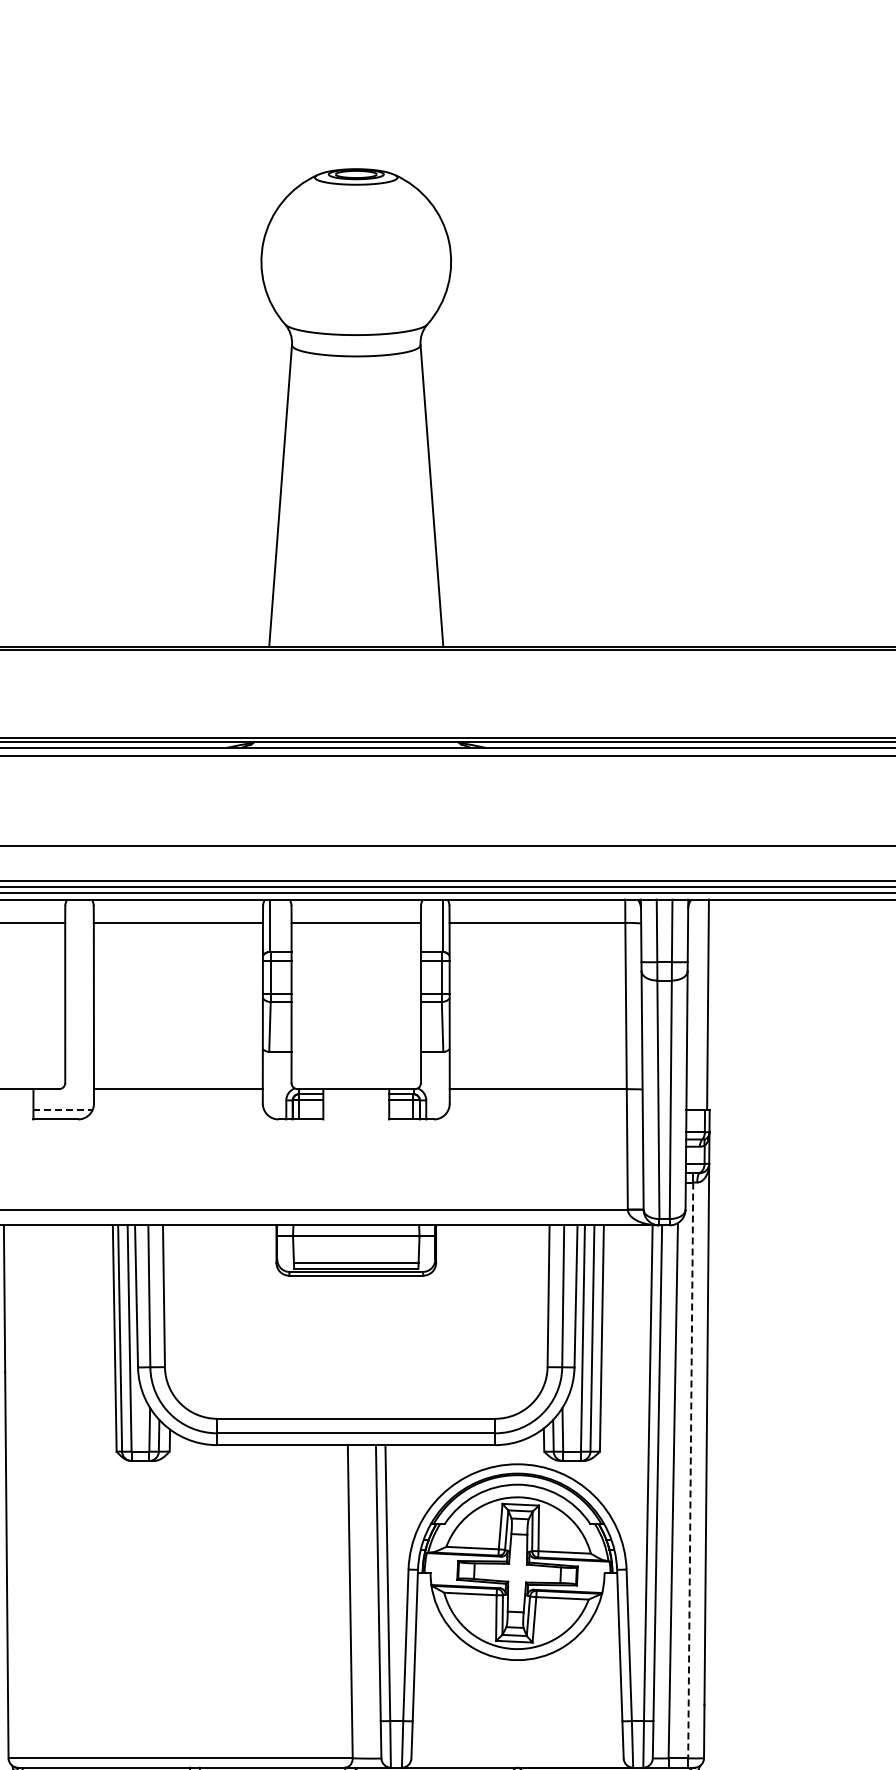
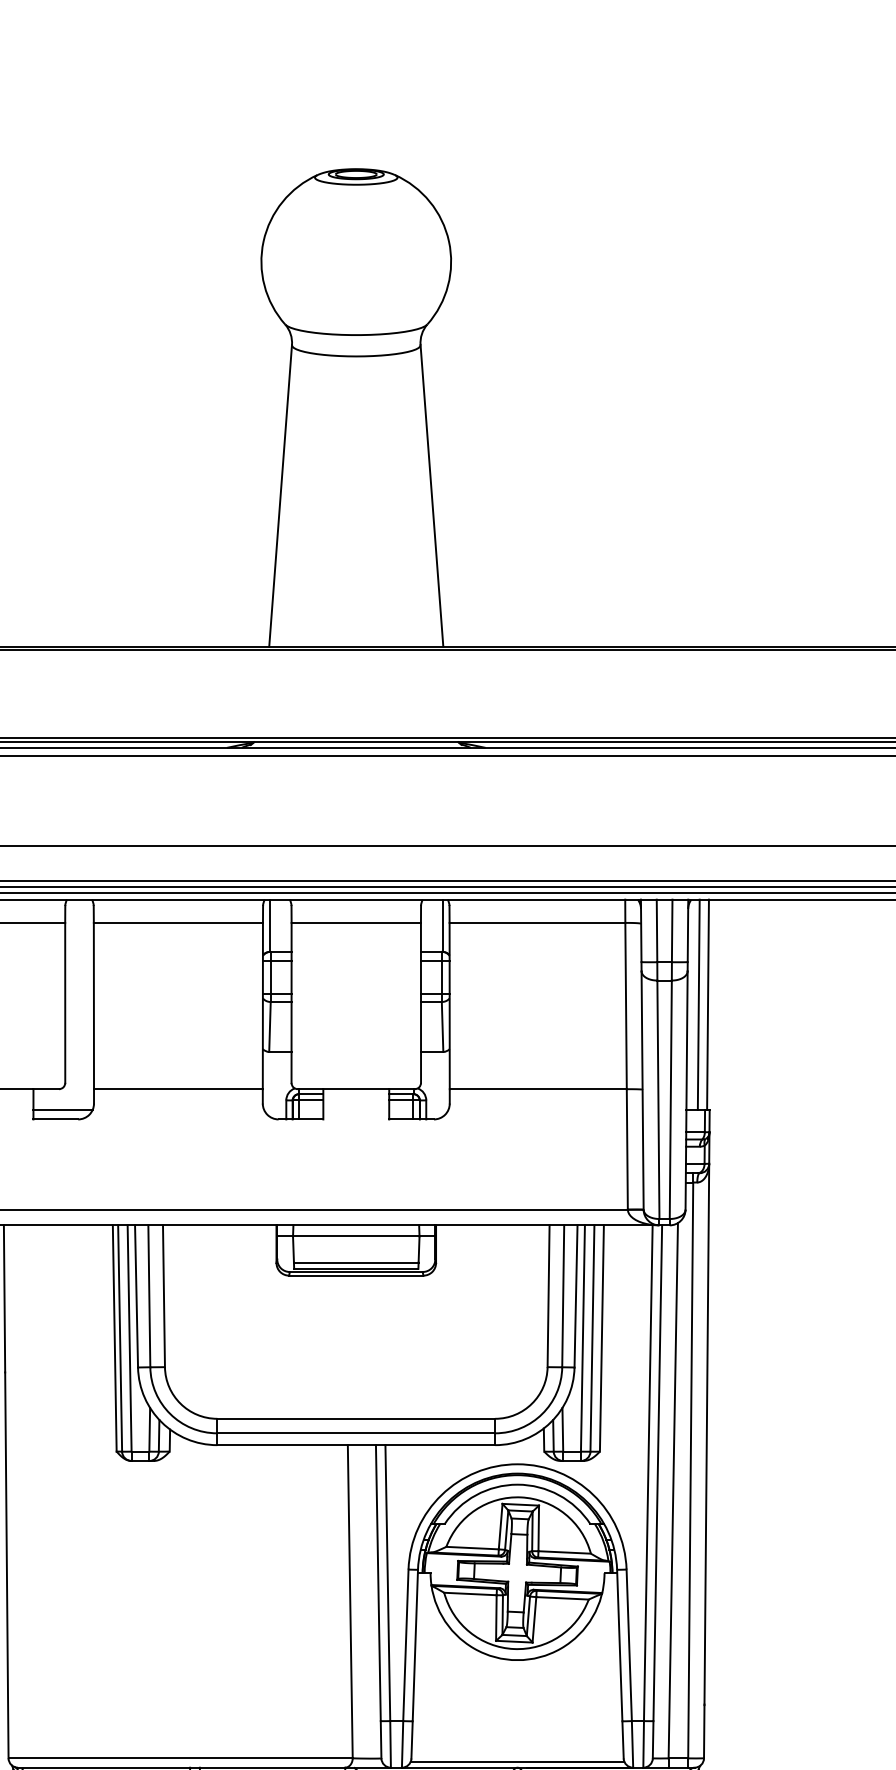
line at (698, 1004): none -> present
line at (63, 1109): dashed -> solid
line at (690, 1470): dashed -> solid
line at (517, 1761): none -> present
